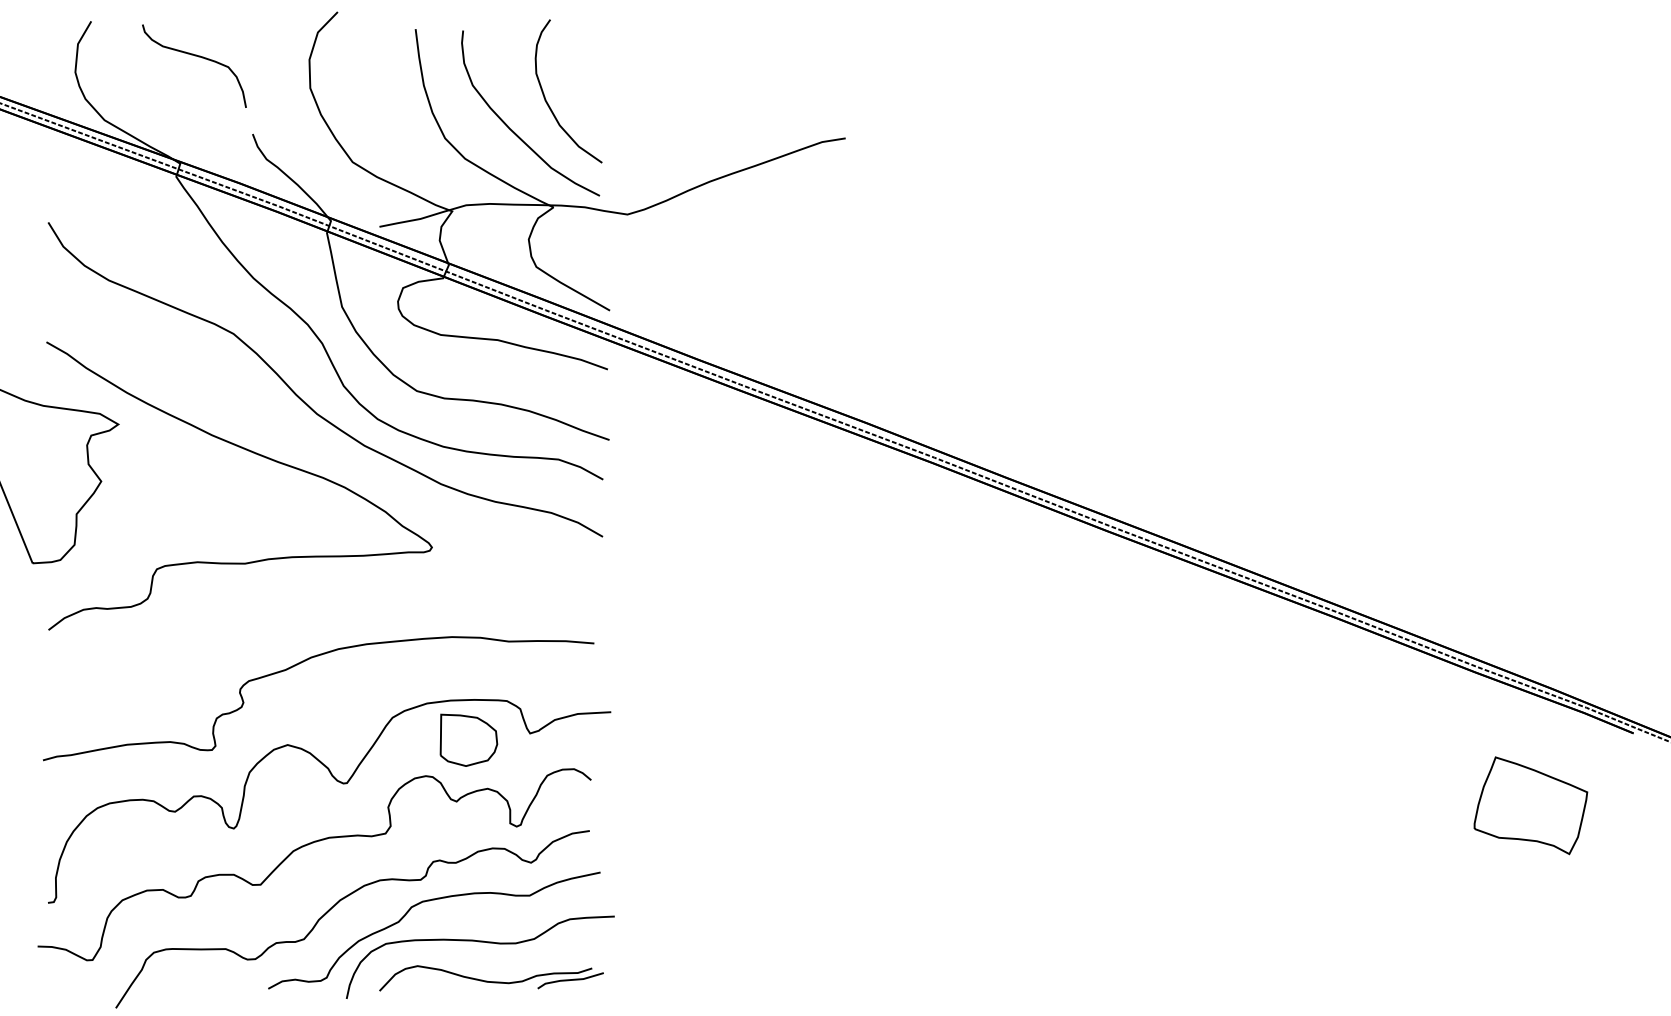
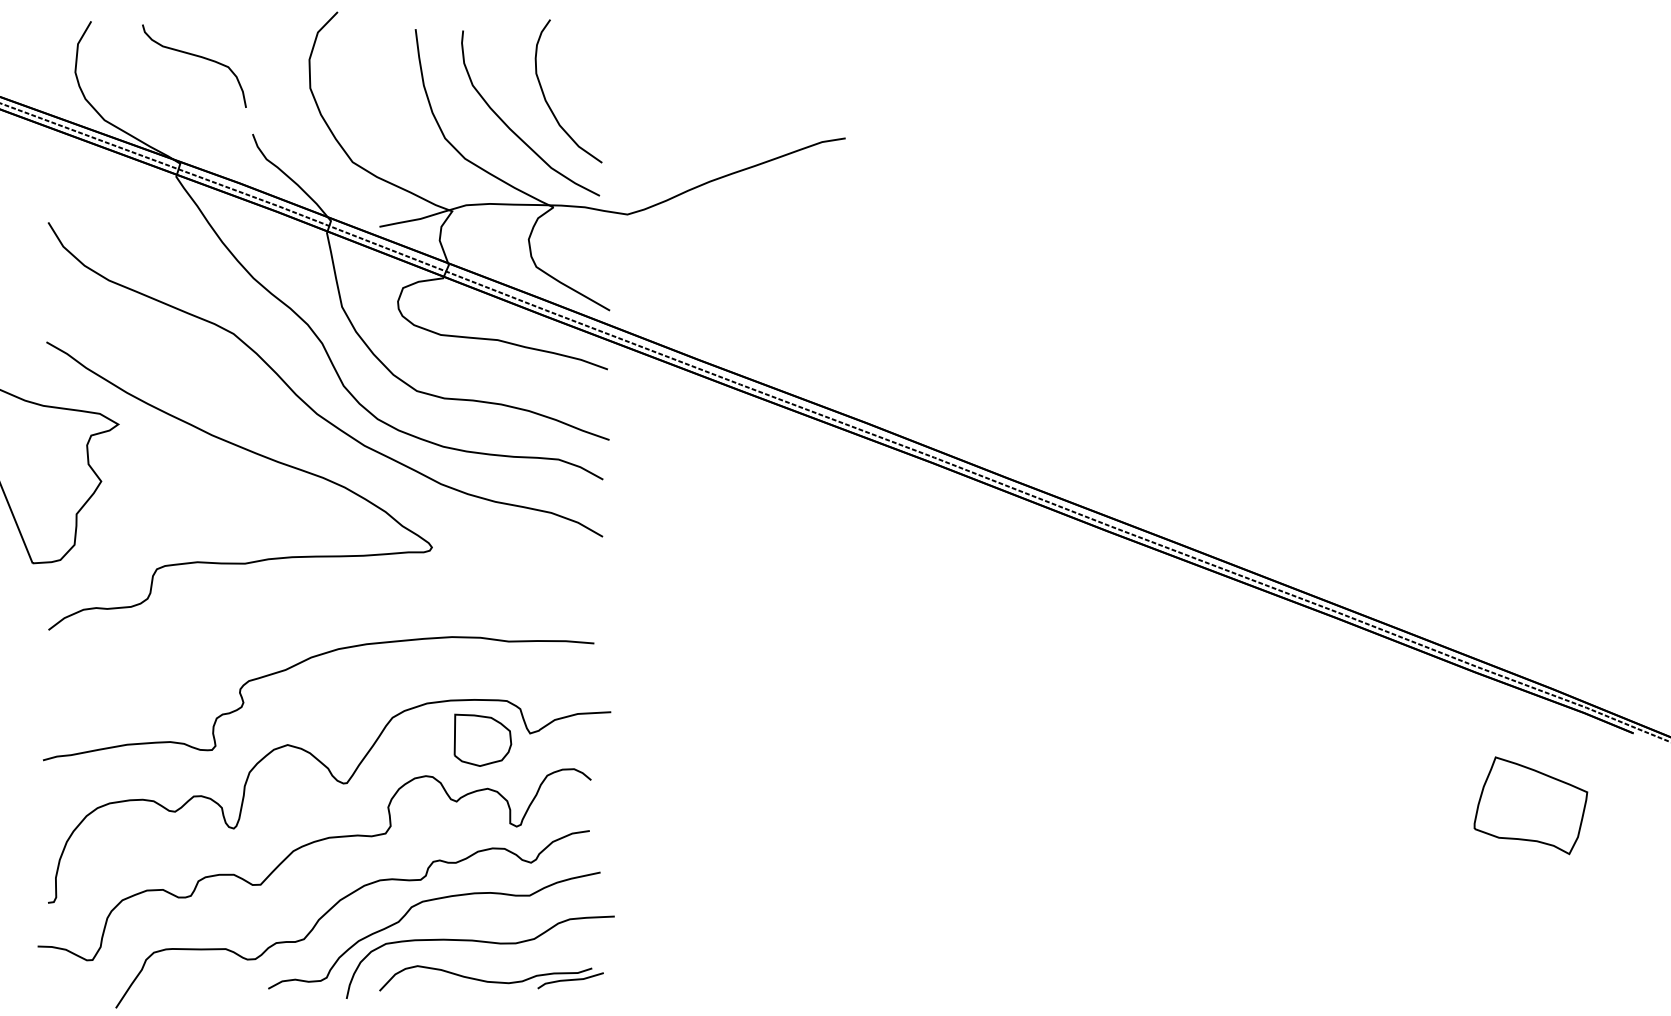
part at (468, 739) position: (468, 739) -> (482, 739)
